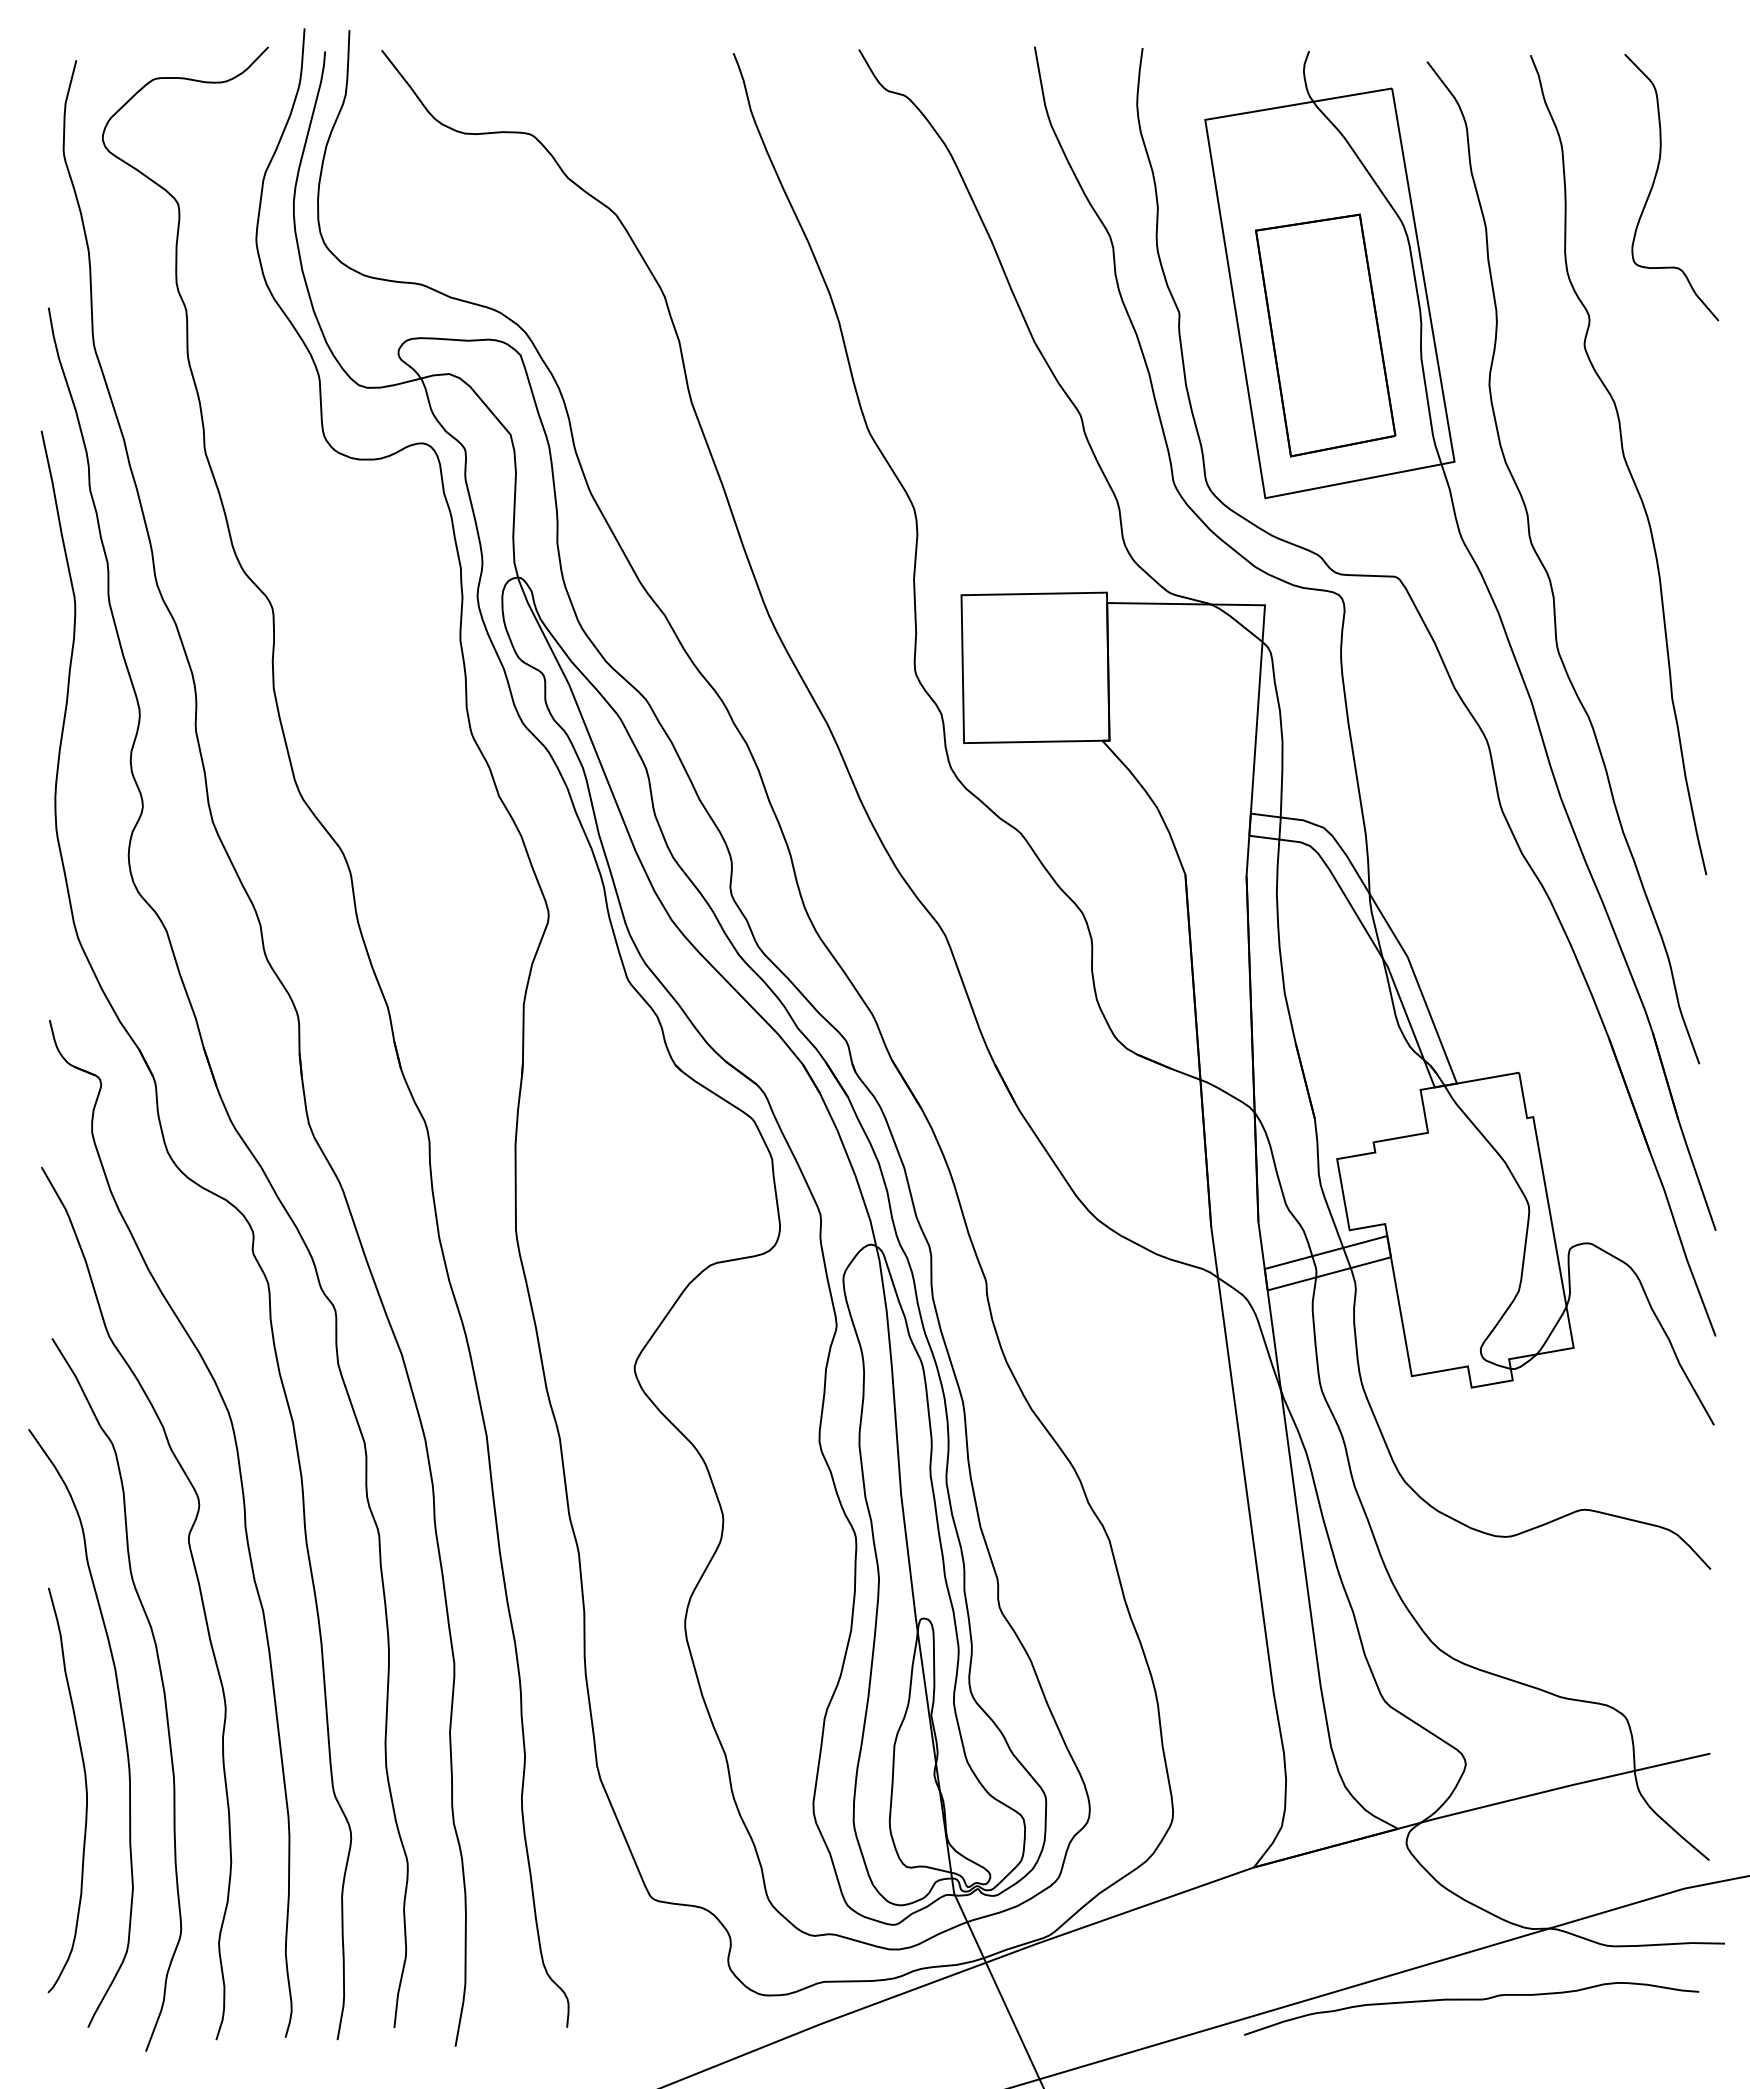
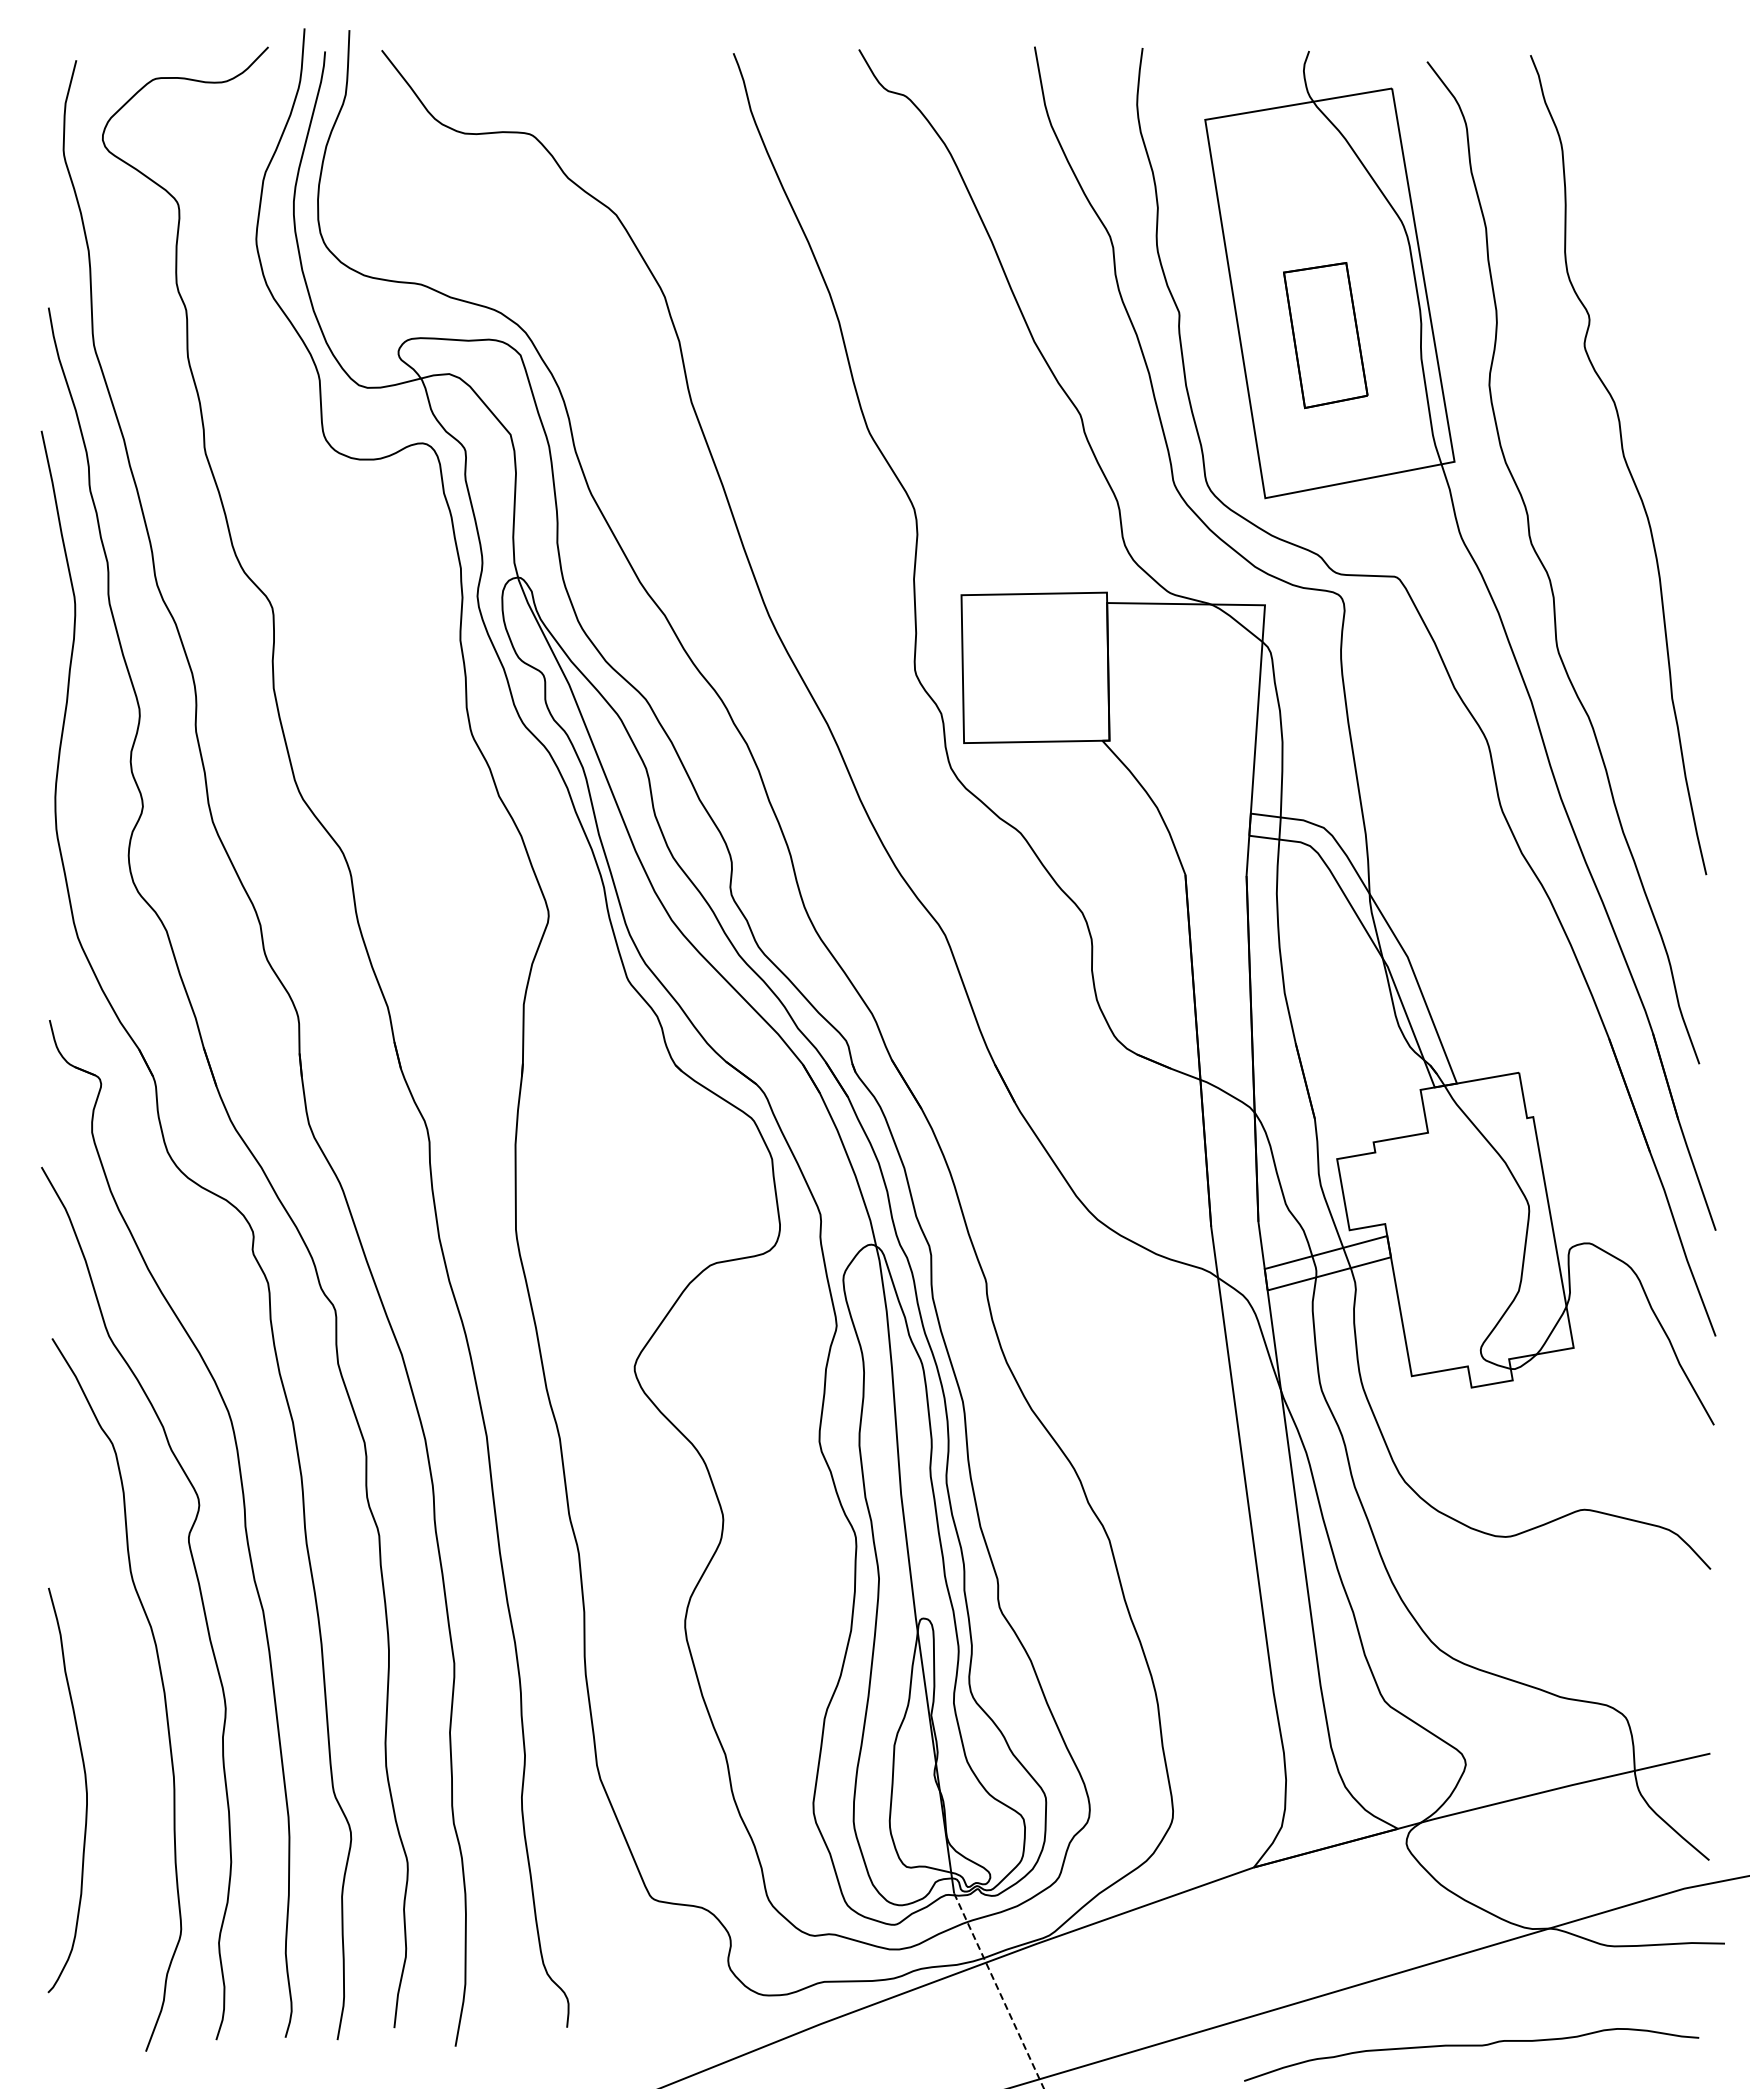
curve at (1655, 180): present -> none
part at (1325, 335) size: 142x245 px -> 86x148 px
curve at (122, 1724): present -> none
line at (999, 1991): solid -> dashed
curve at (1471, 2000) position: (1471, 2000) -> (1471, 2046)
